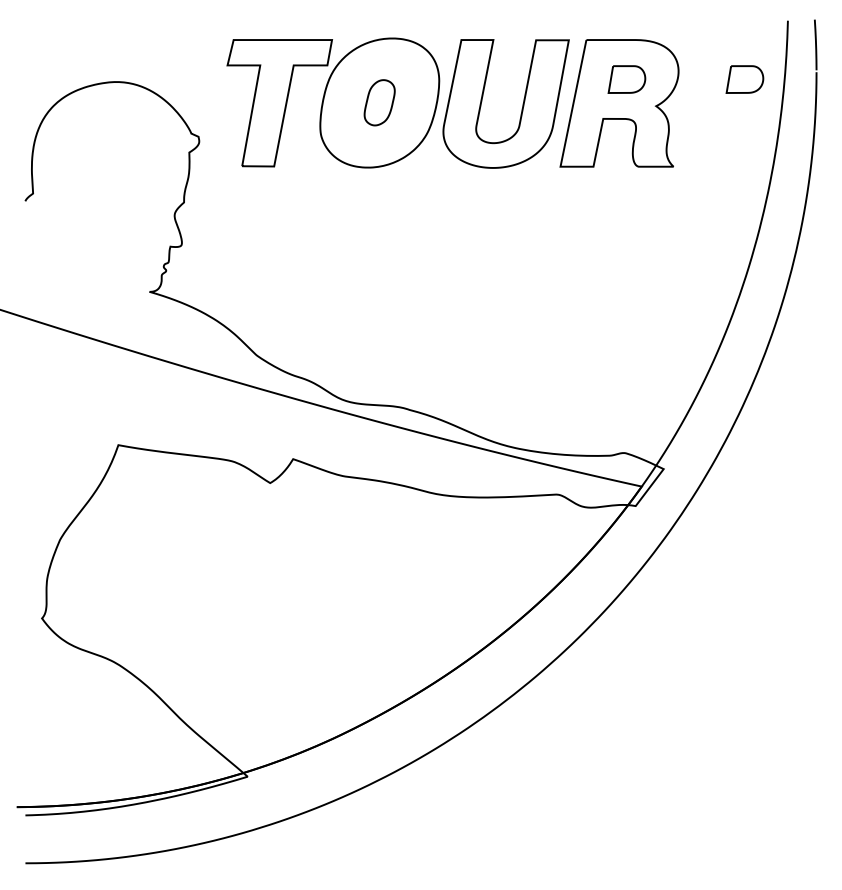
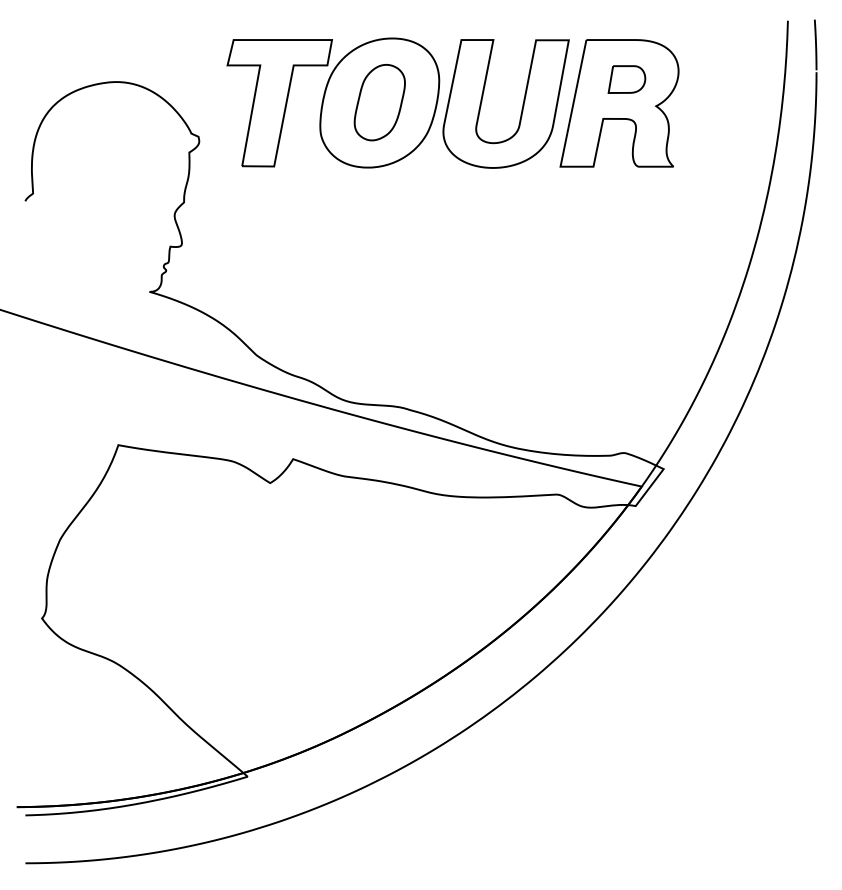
part at (744, 79): present -> none
part at (379, 102) size: 33x48 px -> 53x78 px
